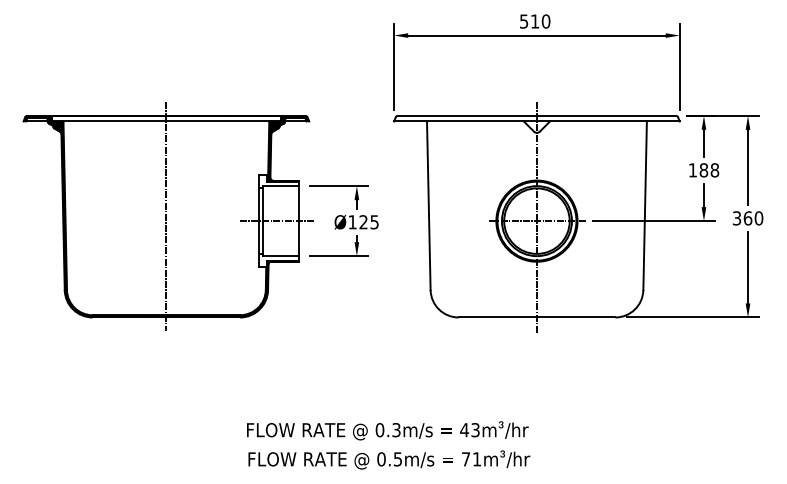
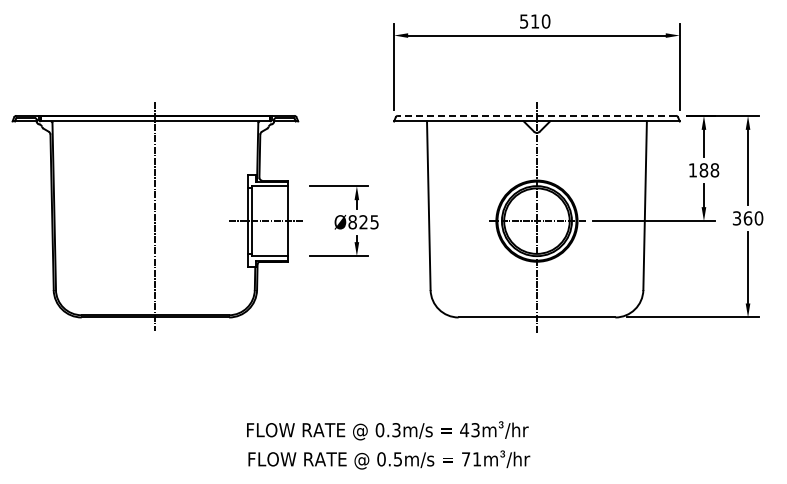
line at (536, 115): solid -> dashed
part at (167, 216) position: (167, 216) -> (156, 216)
text at (352, 222): Ø125 -> Ø825
